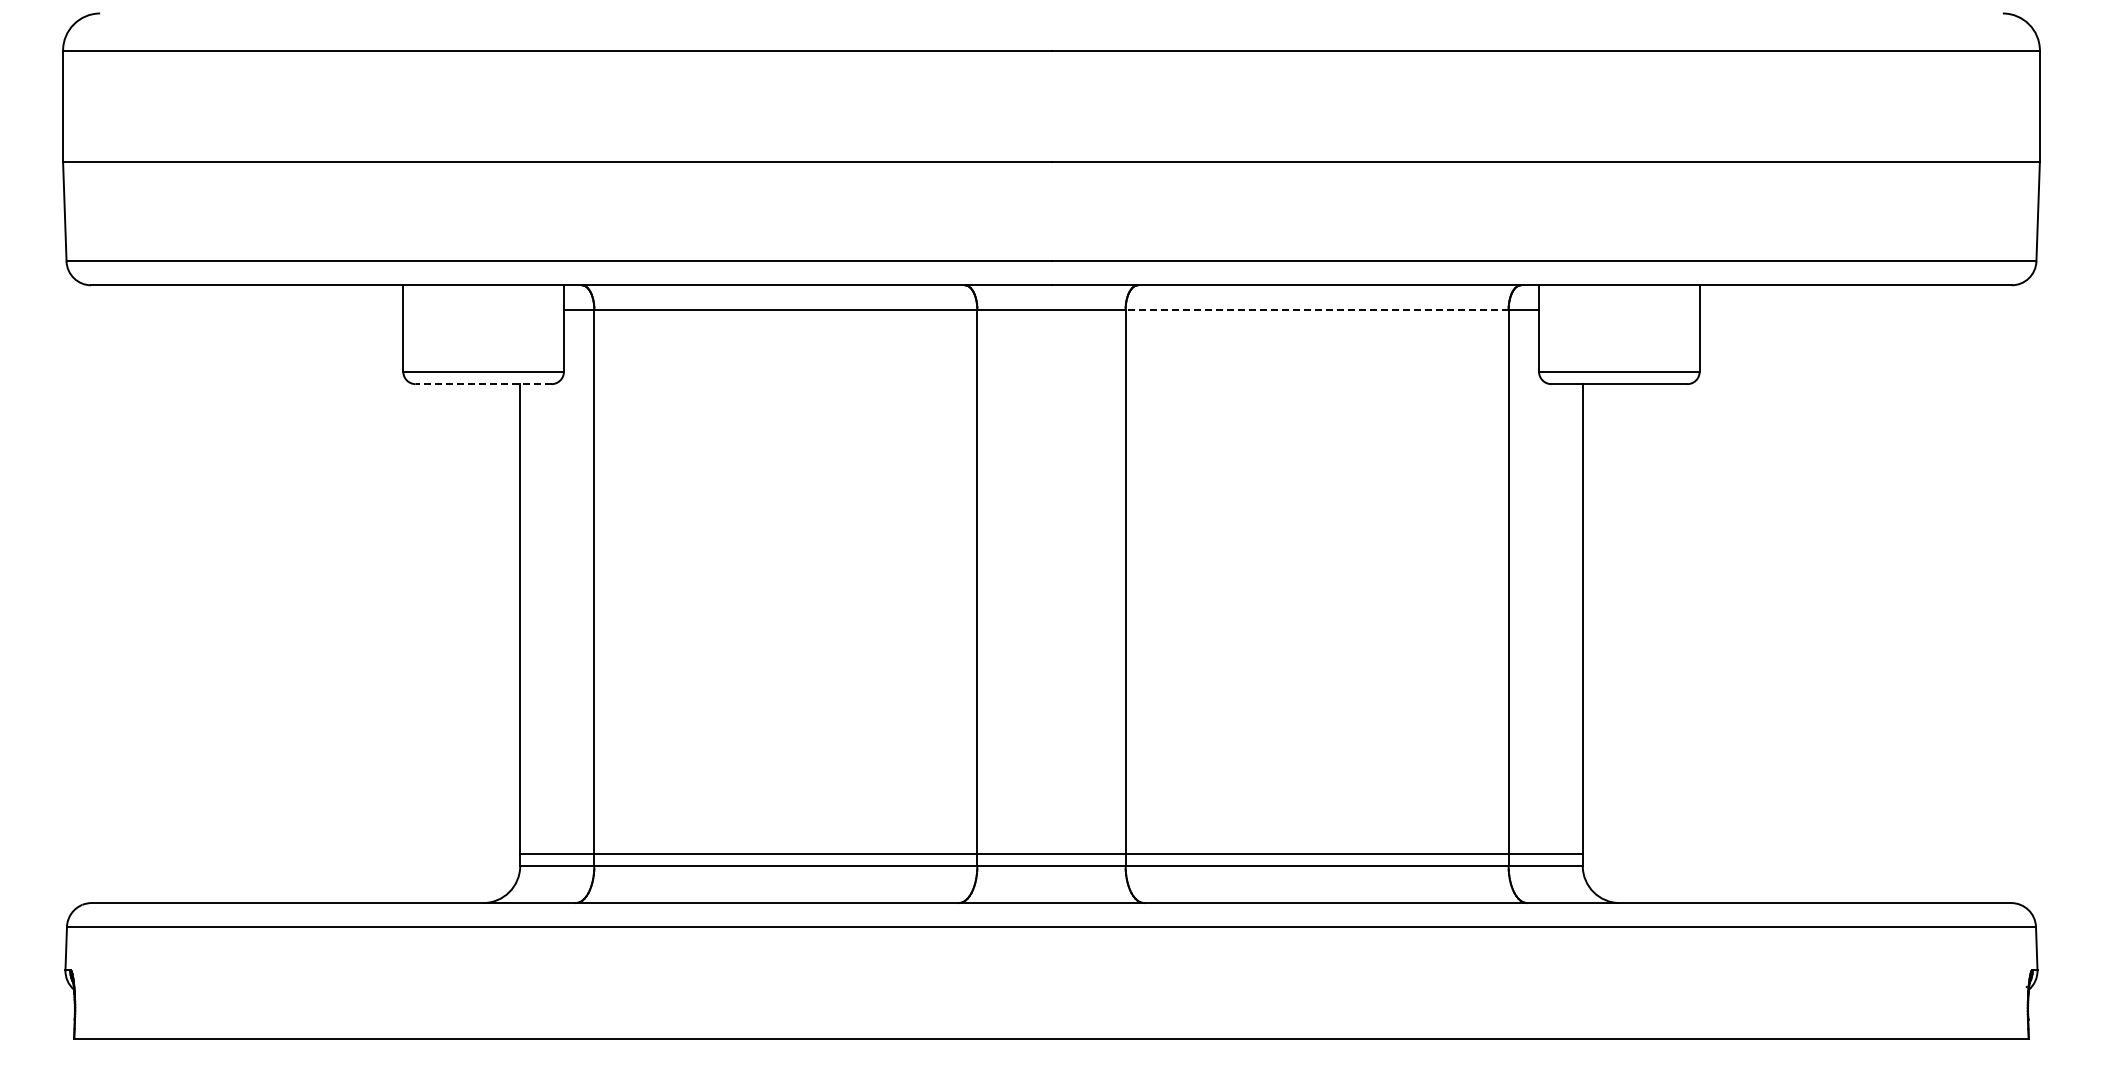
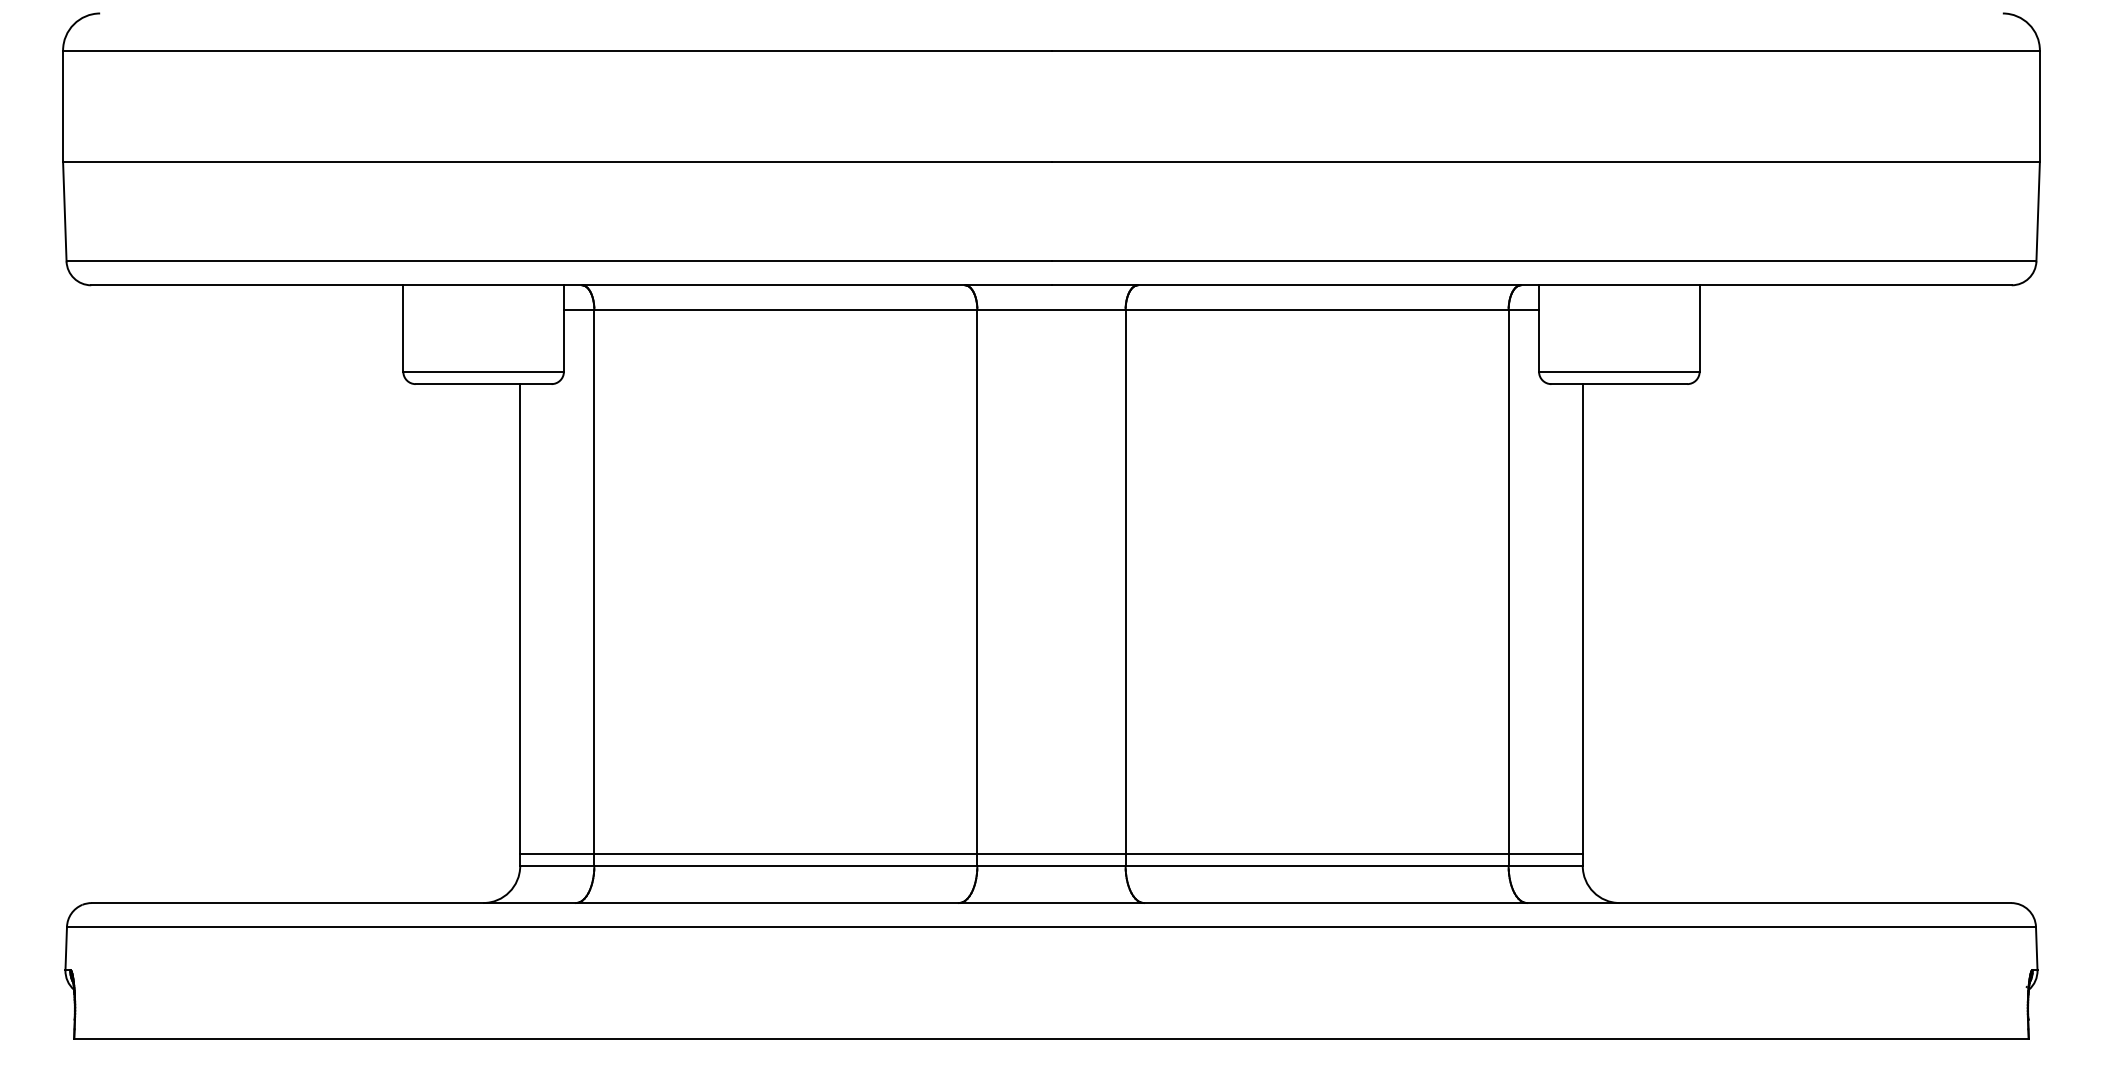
line at (1317, 310): dashed -> solid
line at (483, 384): dashed -> solid
